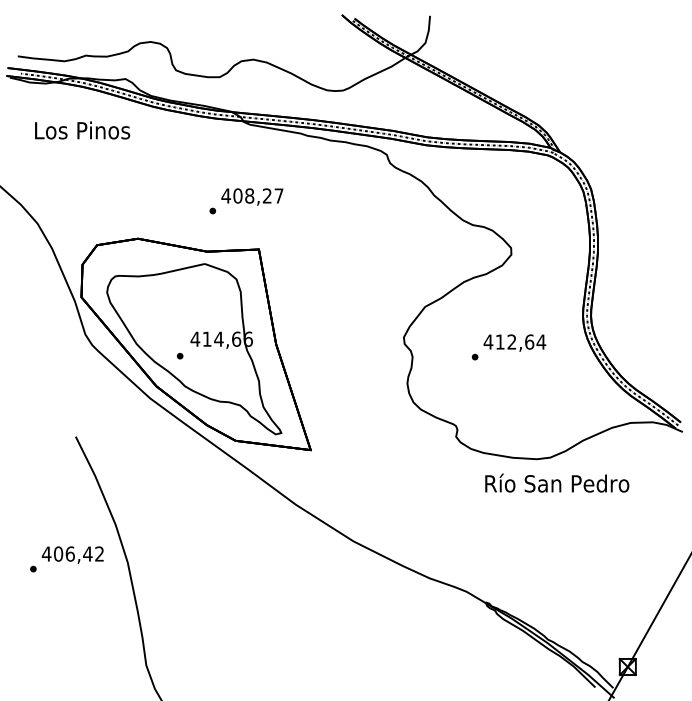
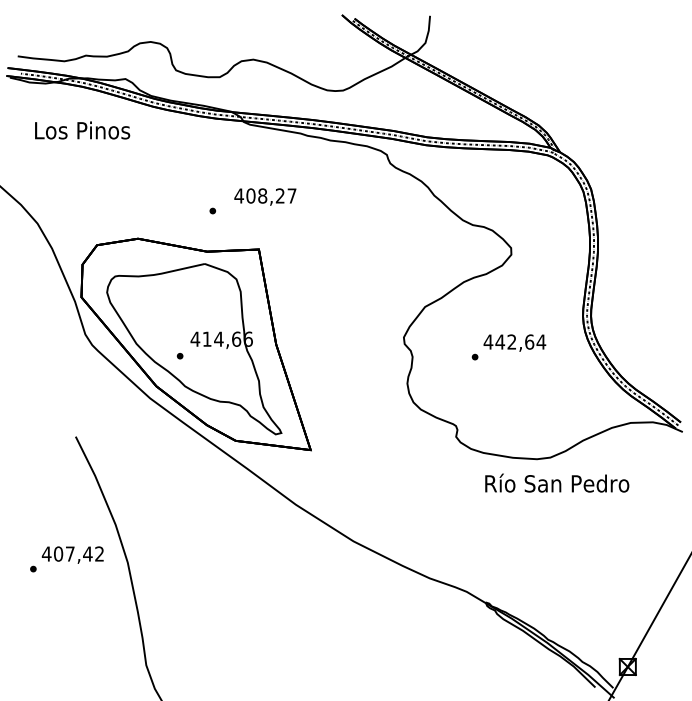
text at (252, 196) position: (252, 196) -> (265, 196)
text at (500, 341): 412,64 -> 442,64
text at (69, 553): 406,42 -> 407,42
